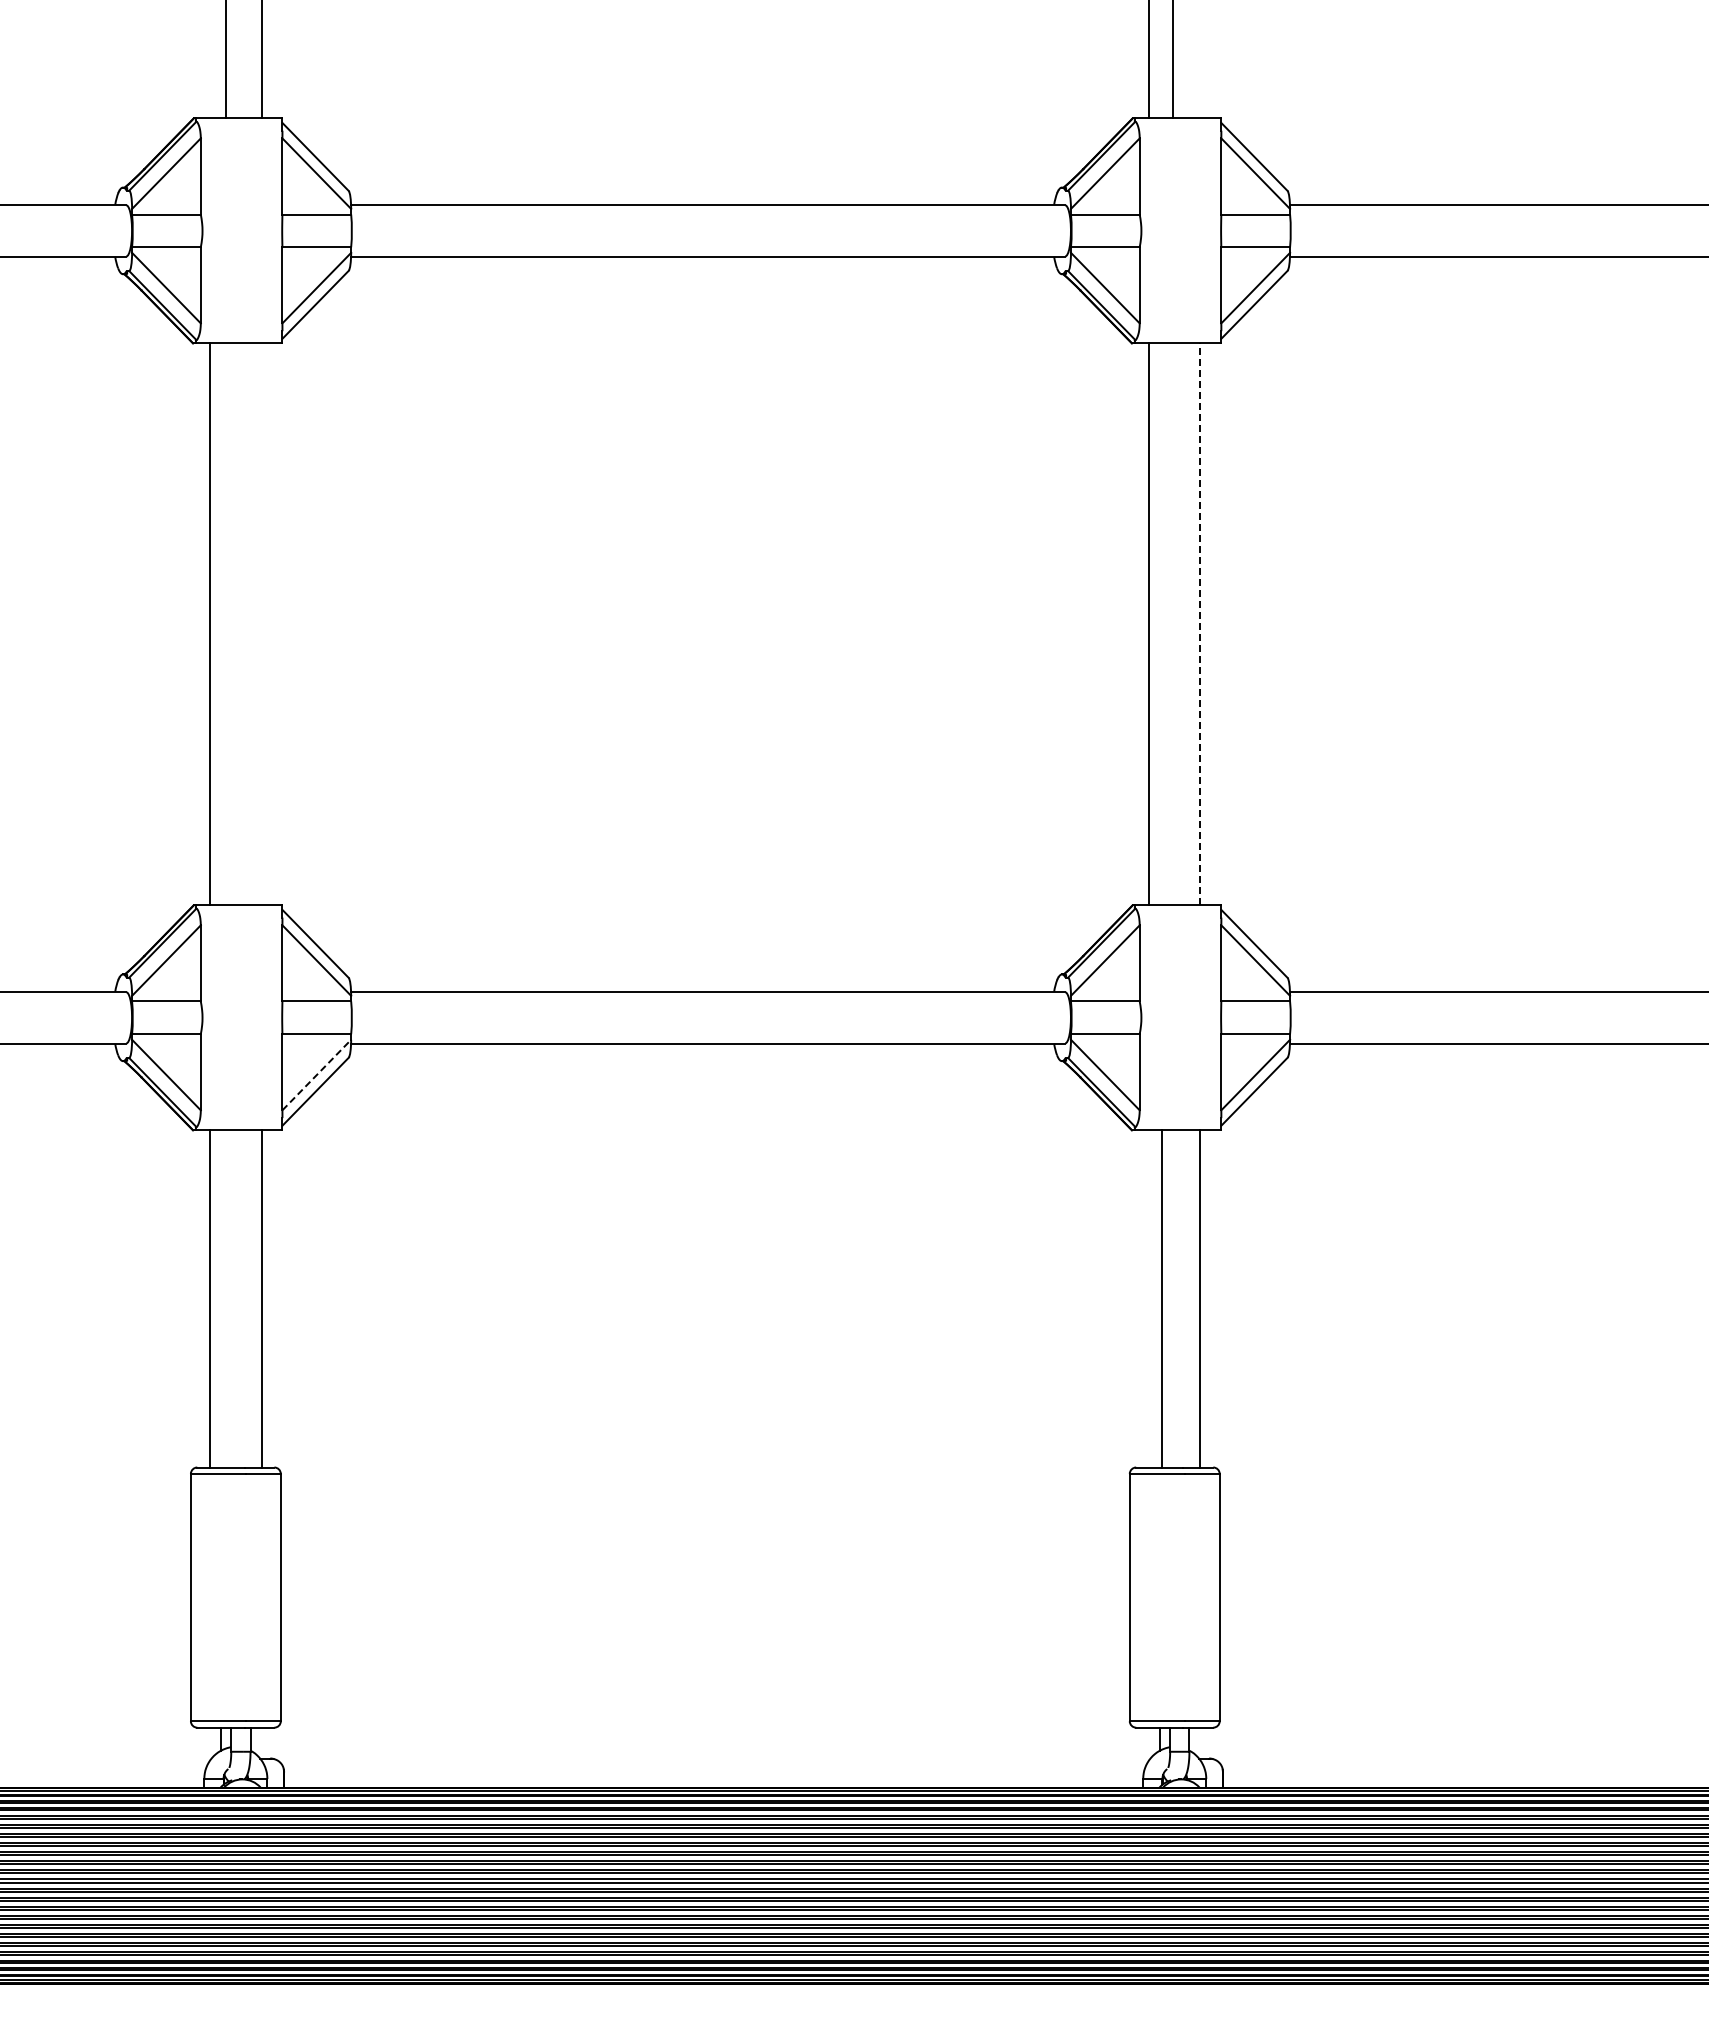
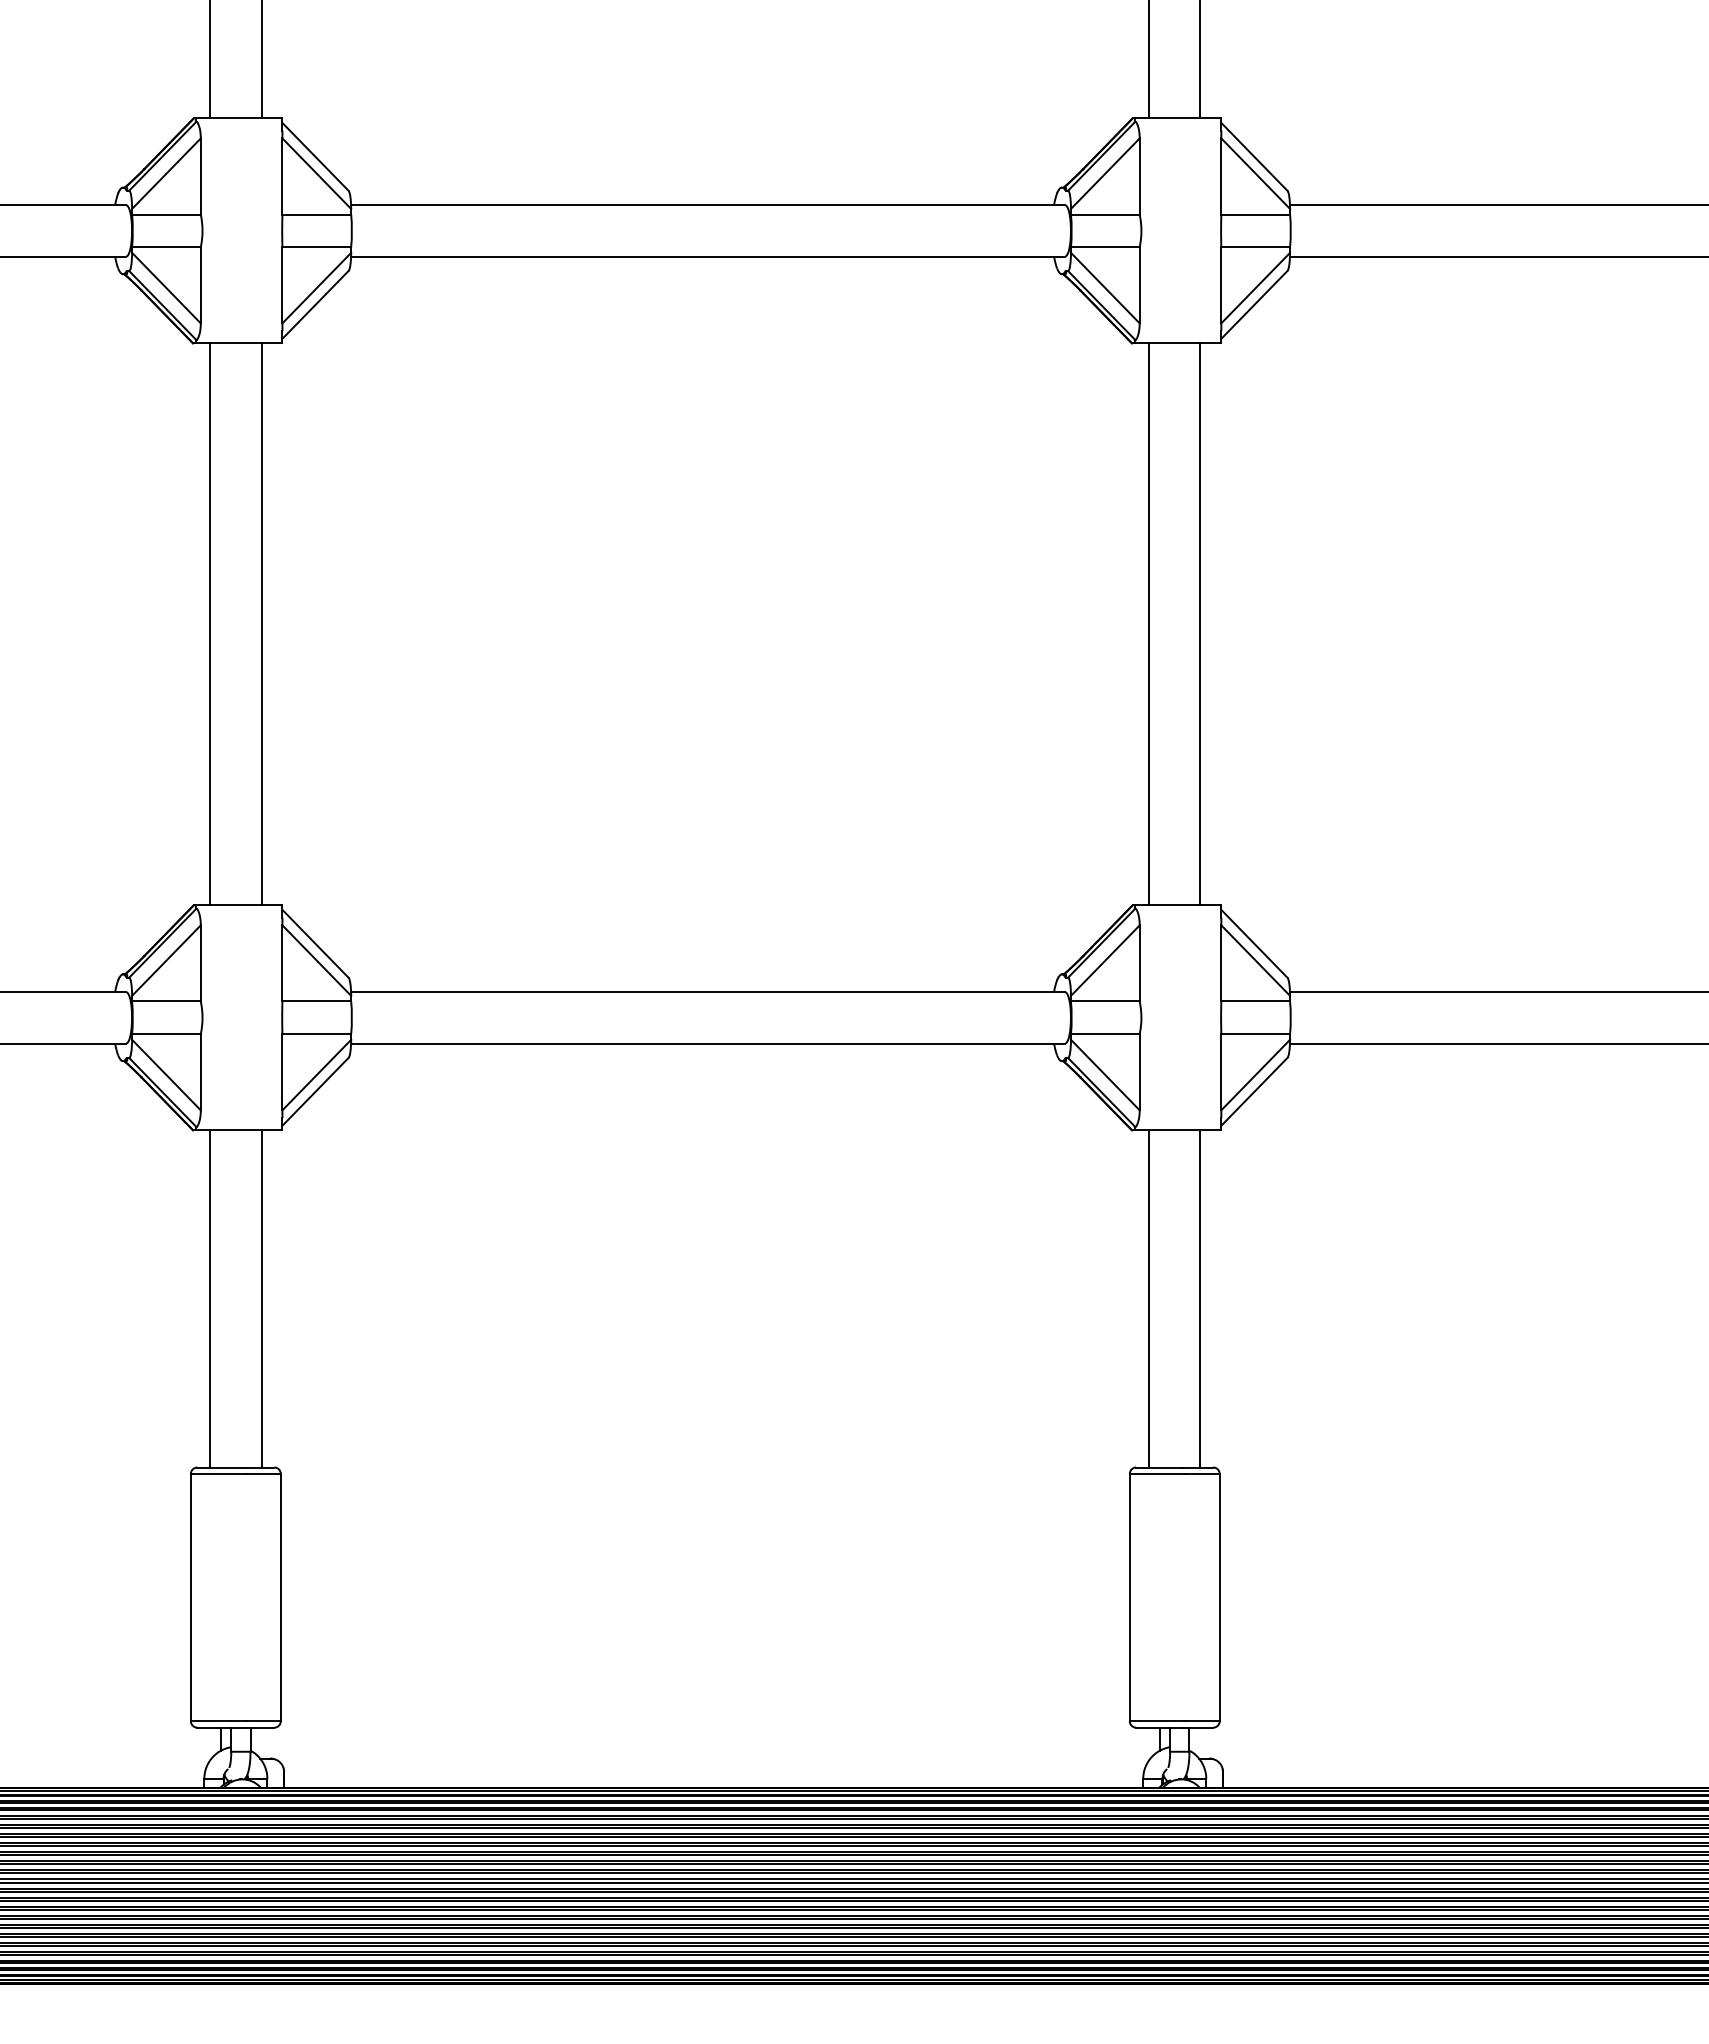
line at (226, 60) position: (226, 60) -> (210, 60)
line at (1173, 60) position: (1173, 60) -> (1200, 60)
line at (1200, 623): dashed -> solid
line at (261, 624): none -> present
line at (317, 1074): dashed -> solid
line at (1162, 1298) position: (1162, 1298) -> (1149, 1298)
